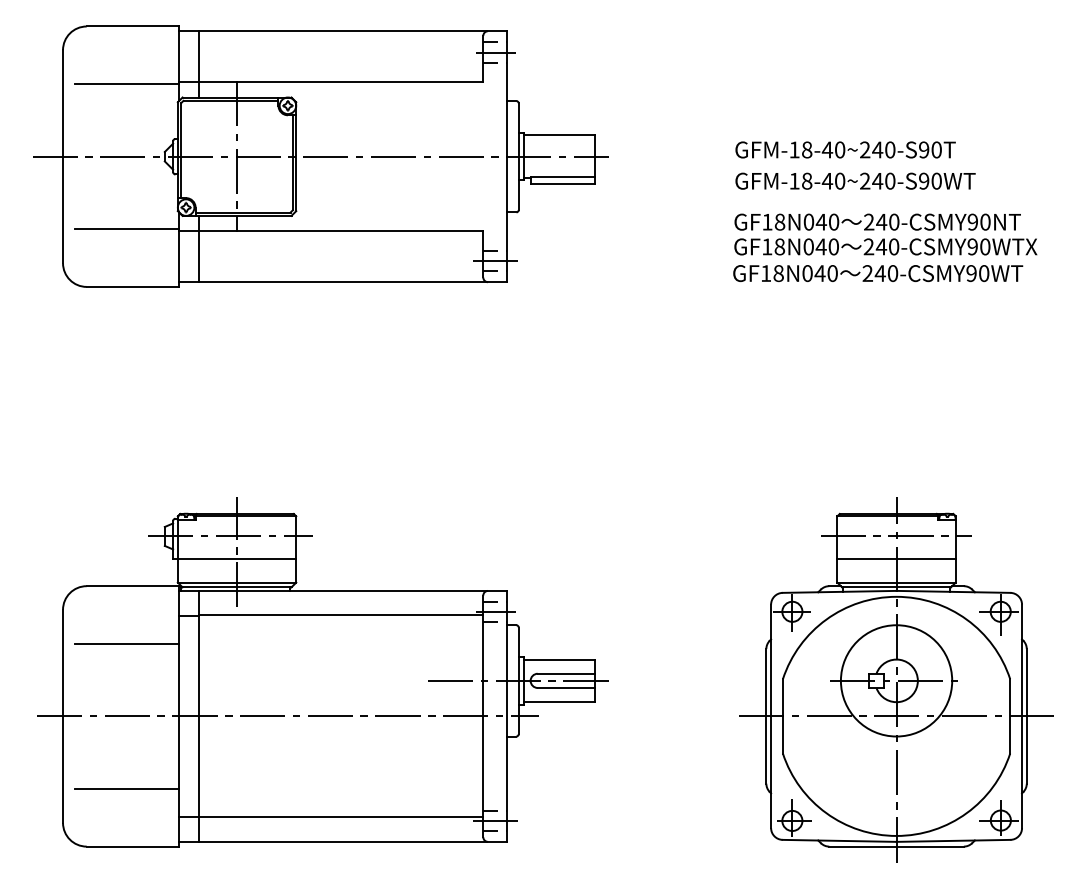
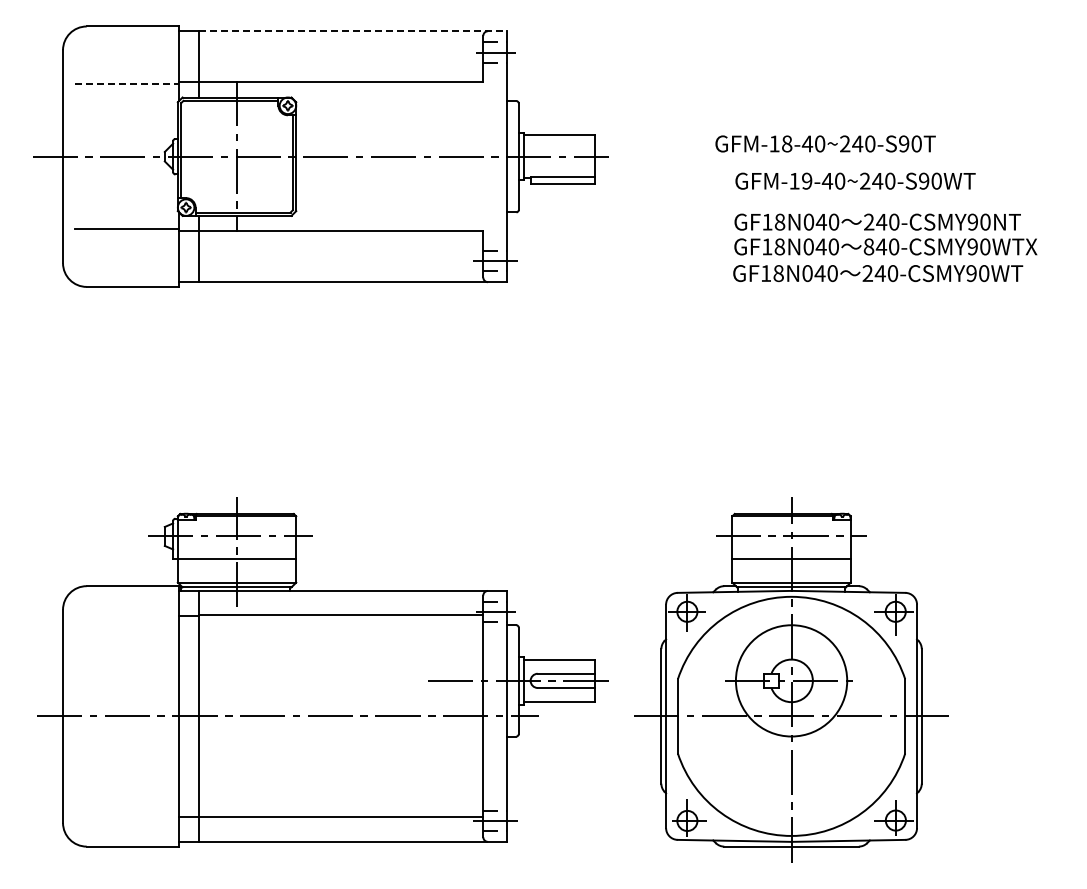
line at (353, 31): solid -> dashed
line at (127, 84): solid -> dashed
text at (845, 149) position: (845, 149) -> (825, 143)
text at (807, 180): GFM-18-40~240-S90WT -> GFM-19-40~240-S90WT
text at (868, 246): 240-CSMY90WTX -> 840-CSMY90WTX
line at (126, 644): present -> none
part at (896, 679) position: (896, 679) -> (791, 679)
line at (126, 788): present -> none
